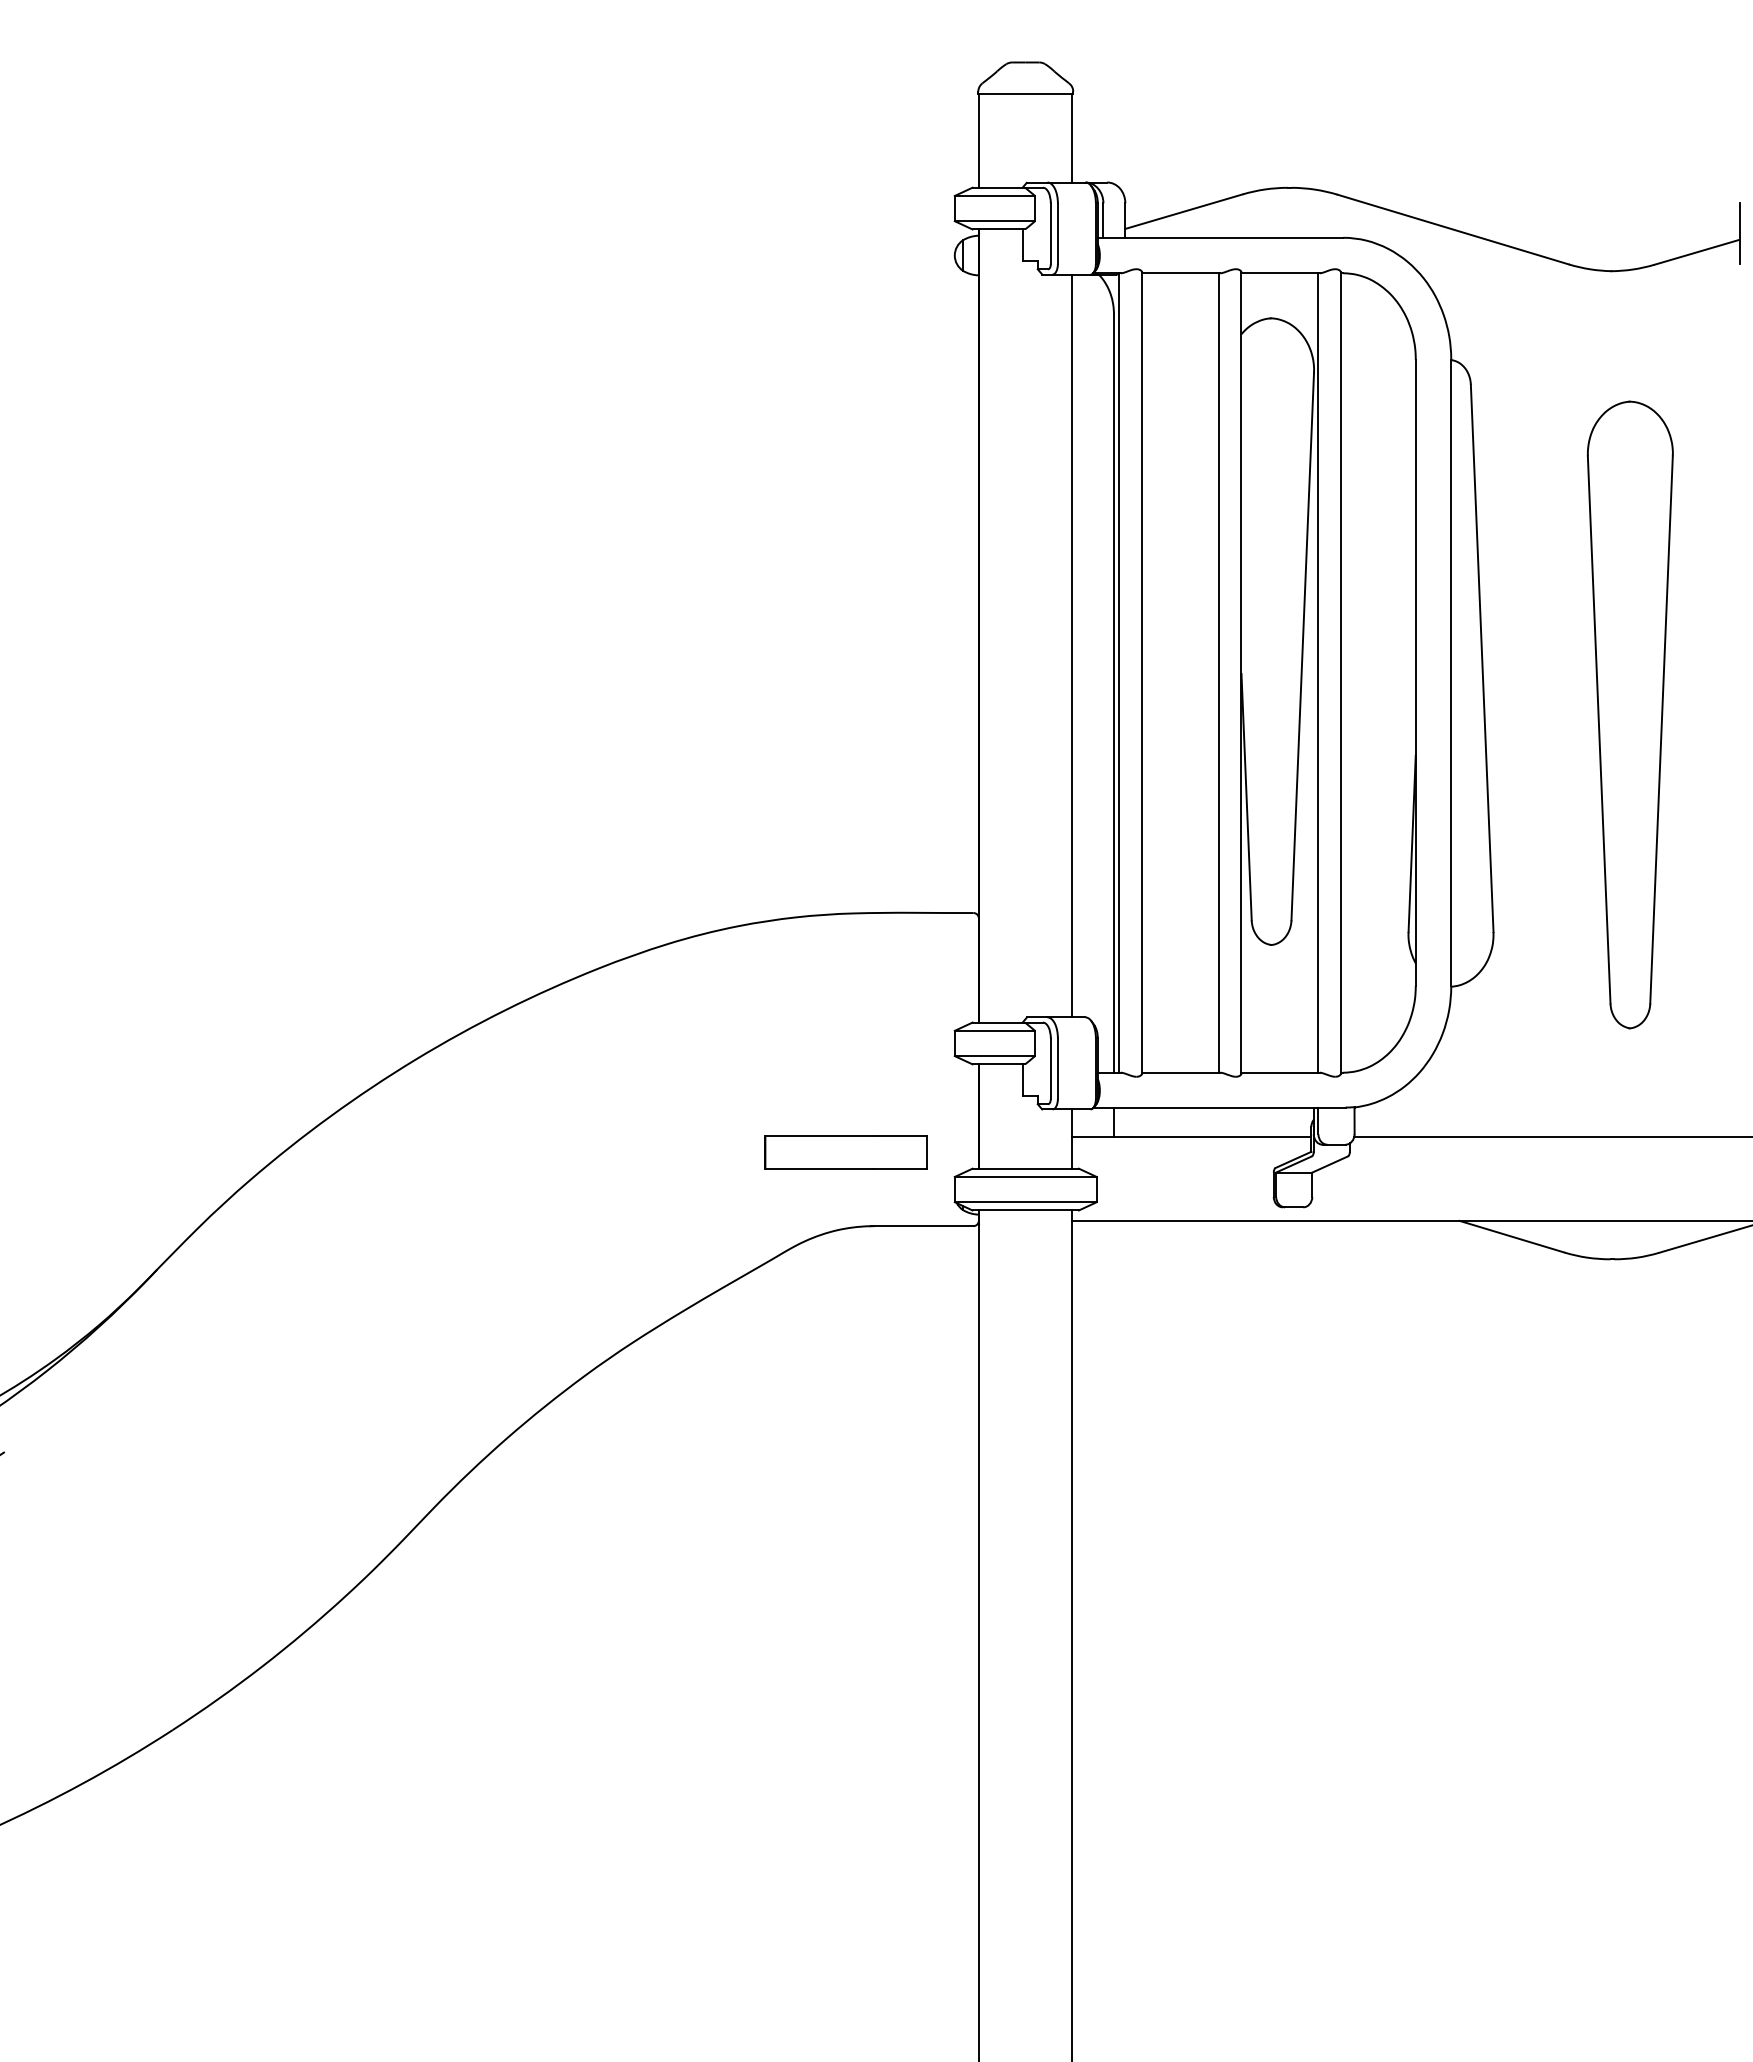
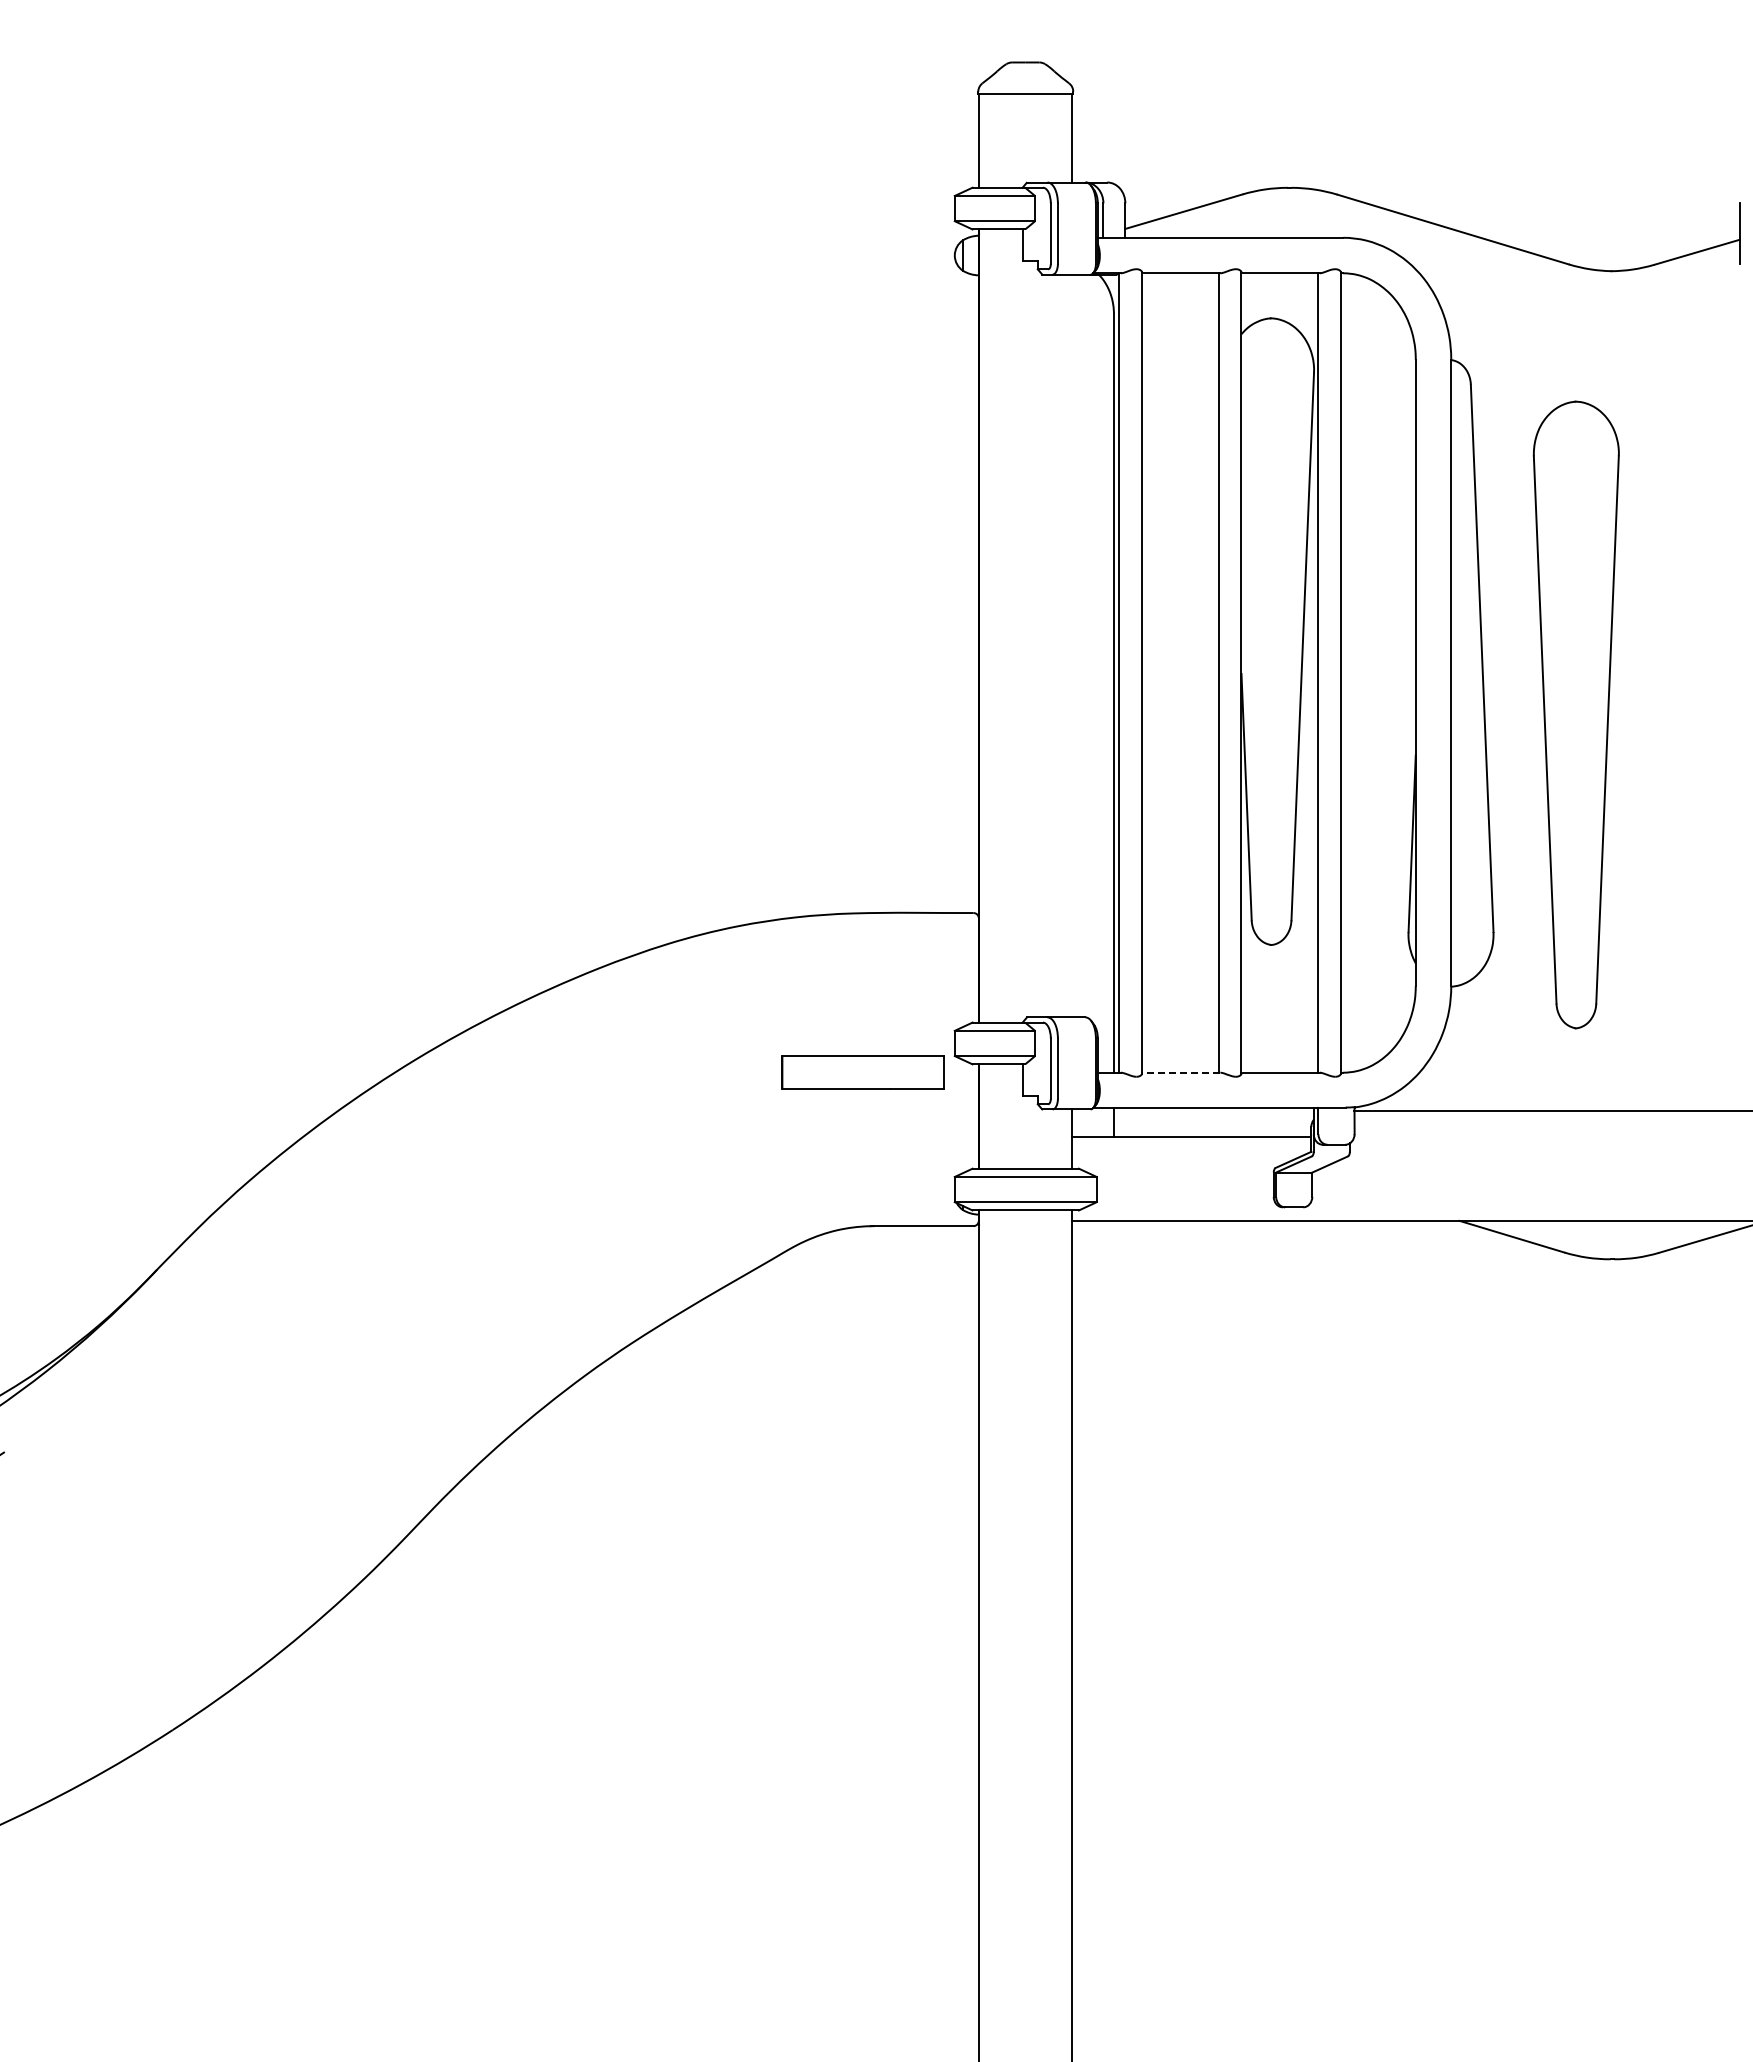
line at (1072, 645): present -> none
part at (1629, 714) position: (1629, 714) -> (1575, 714)
line at (1180, 1072): solid -> dashed
line at (1551, 1137) position: (1551, 1137) -> (1551, 1111)
part at (845, 1152) position: (845, 1152) -> (862, 1072)
